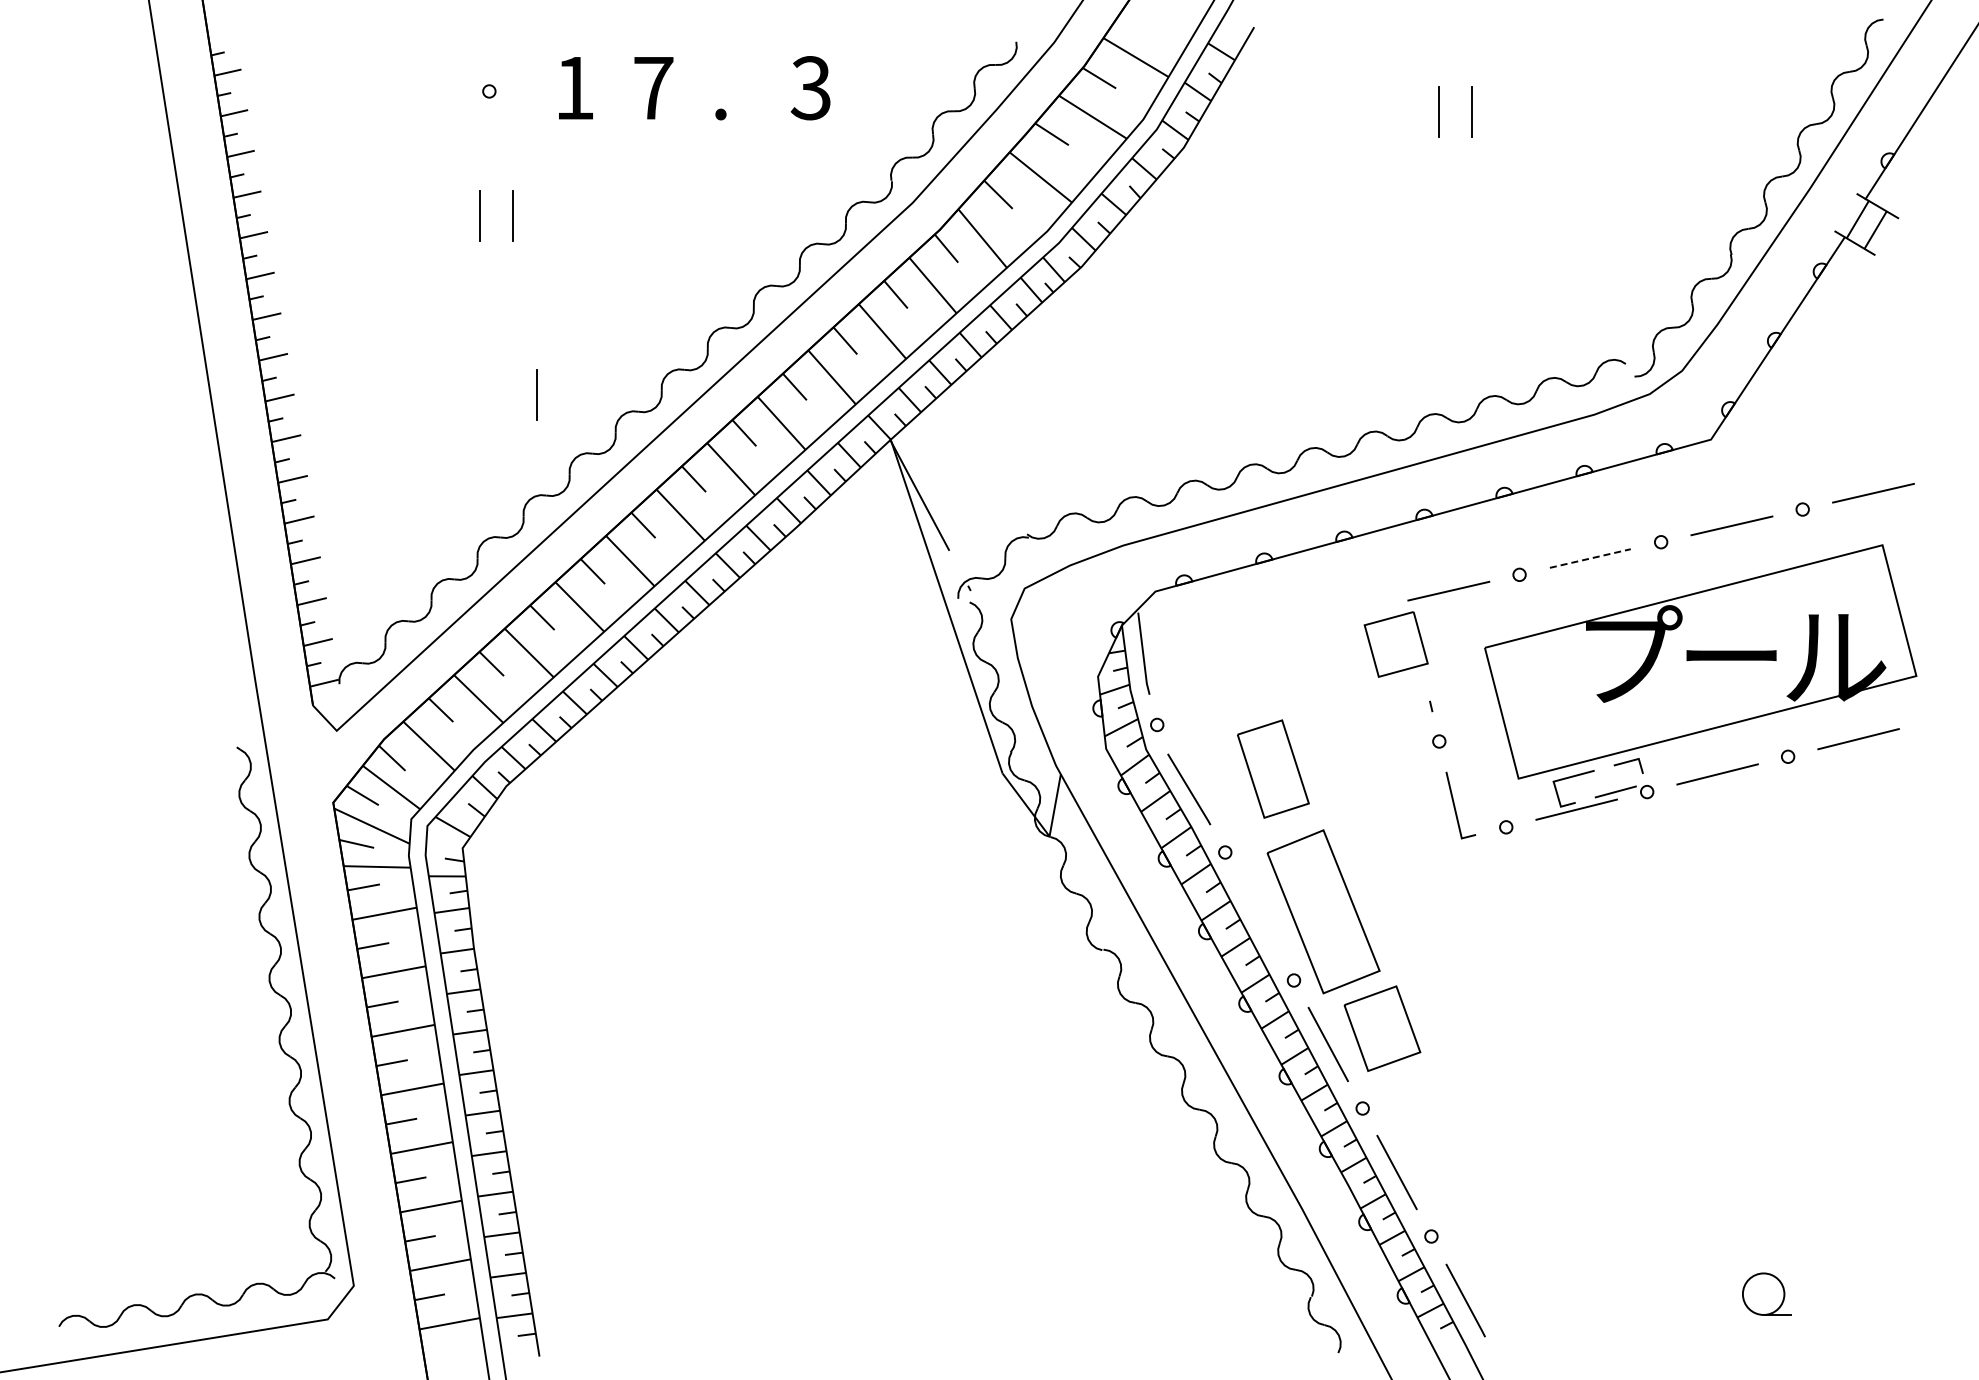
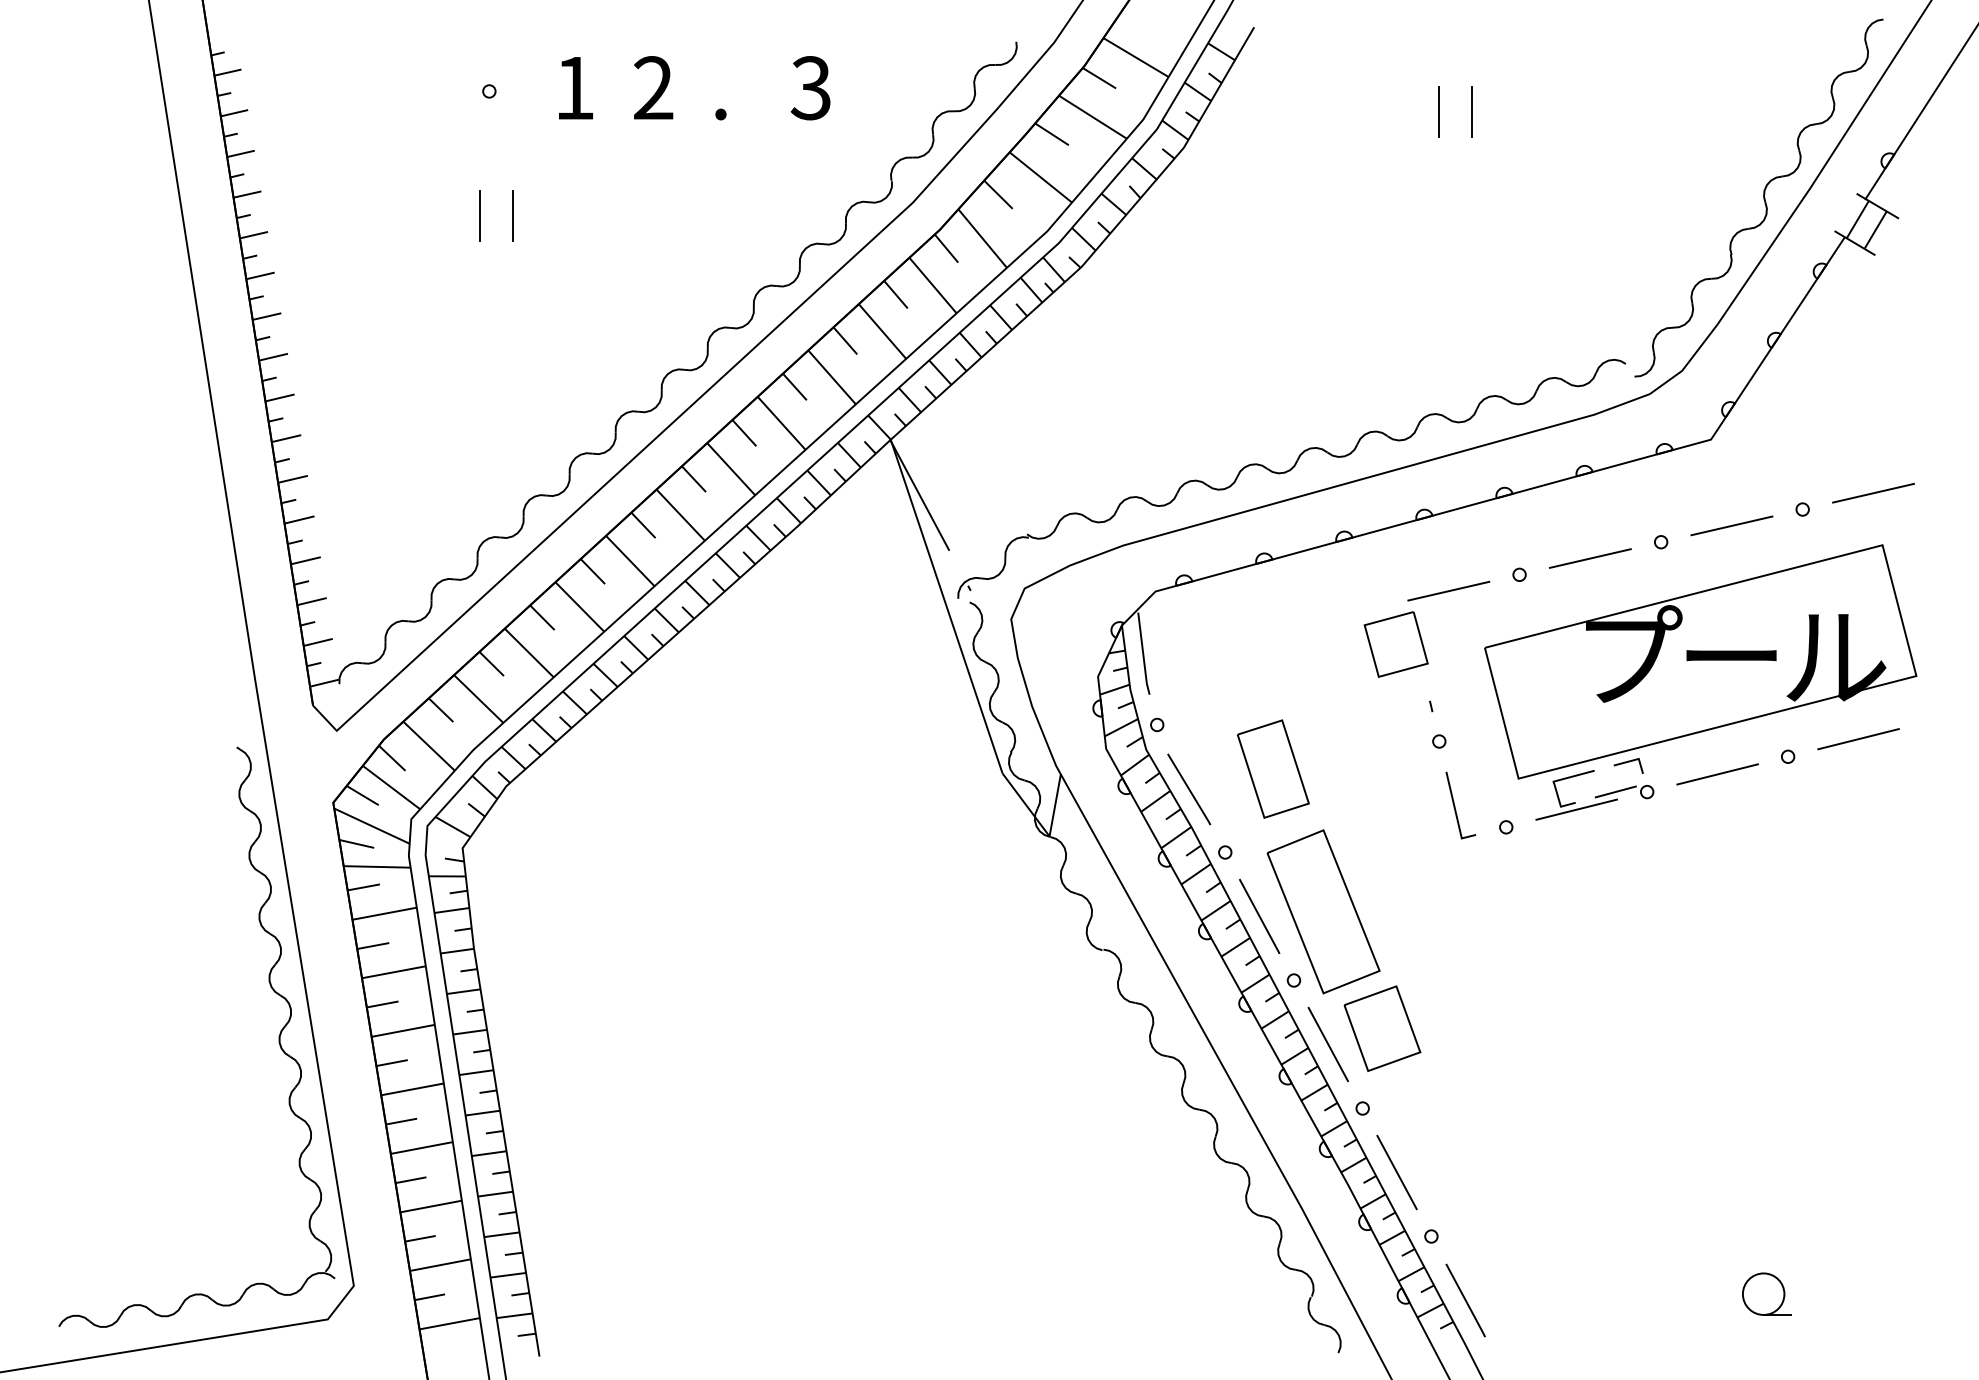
text at (653, 87): 7 -> 2
line at (536, 394): present -> none
line at (1590, 558): dashed -> solid
line at (1259, 916): none -> present
